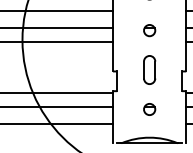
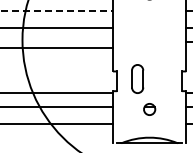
line at (57, 10): solid -> dashed
part at (149, 30): present -> none
line at (57, 41) position: (57, 41) -> (57, 47)
part at (149, 69) position: (149, 69) -> (137, 78)
